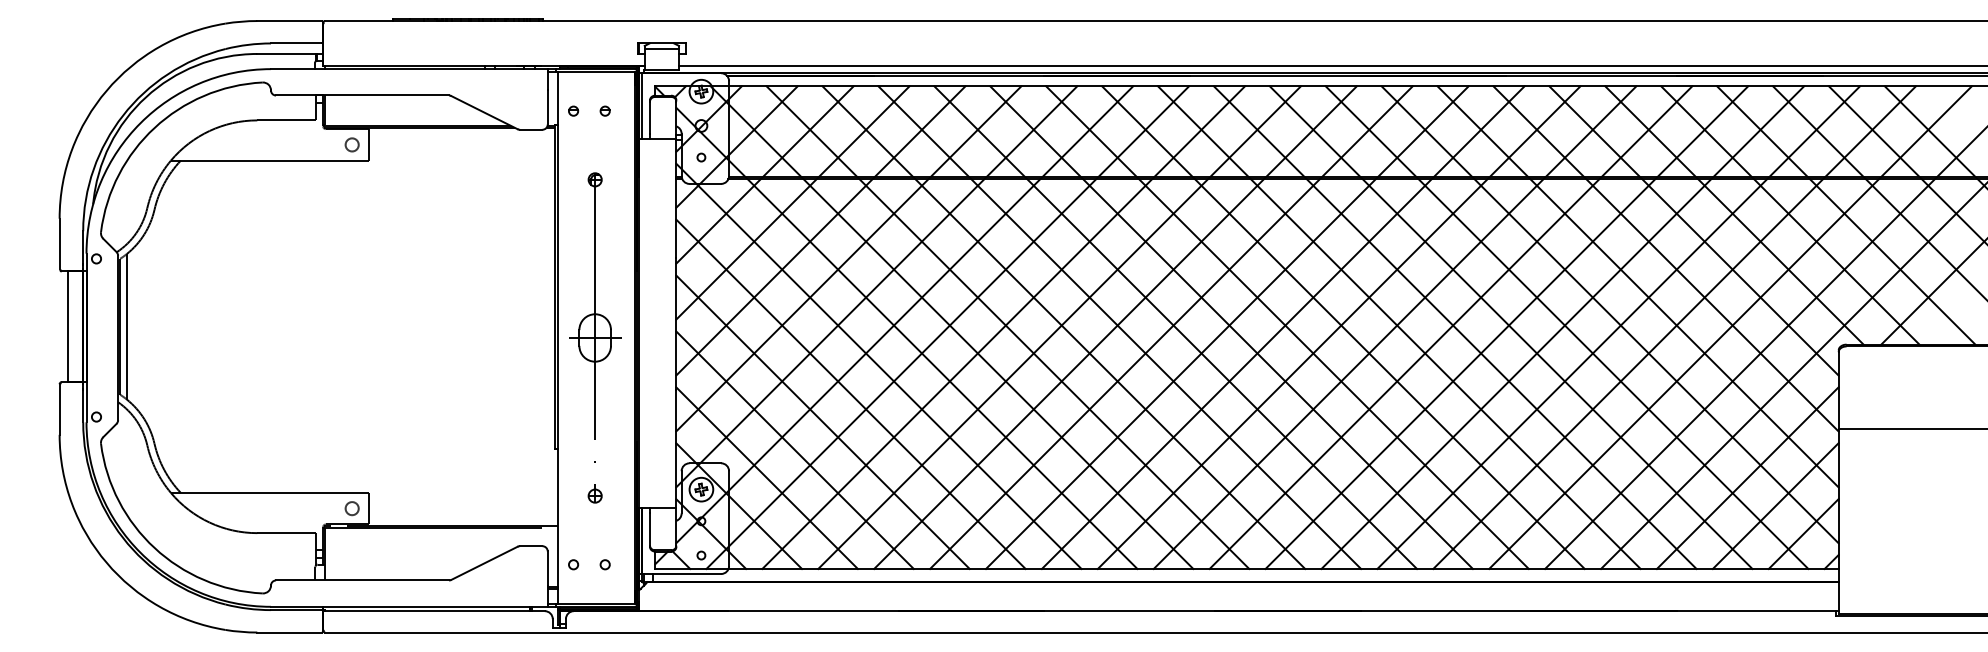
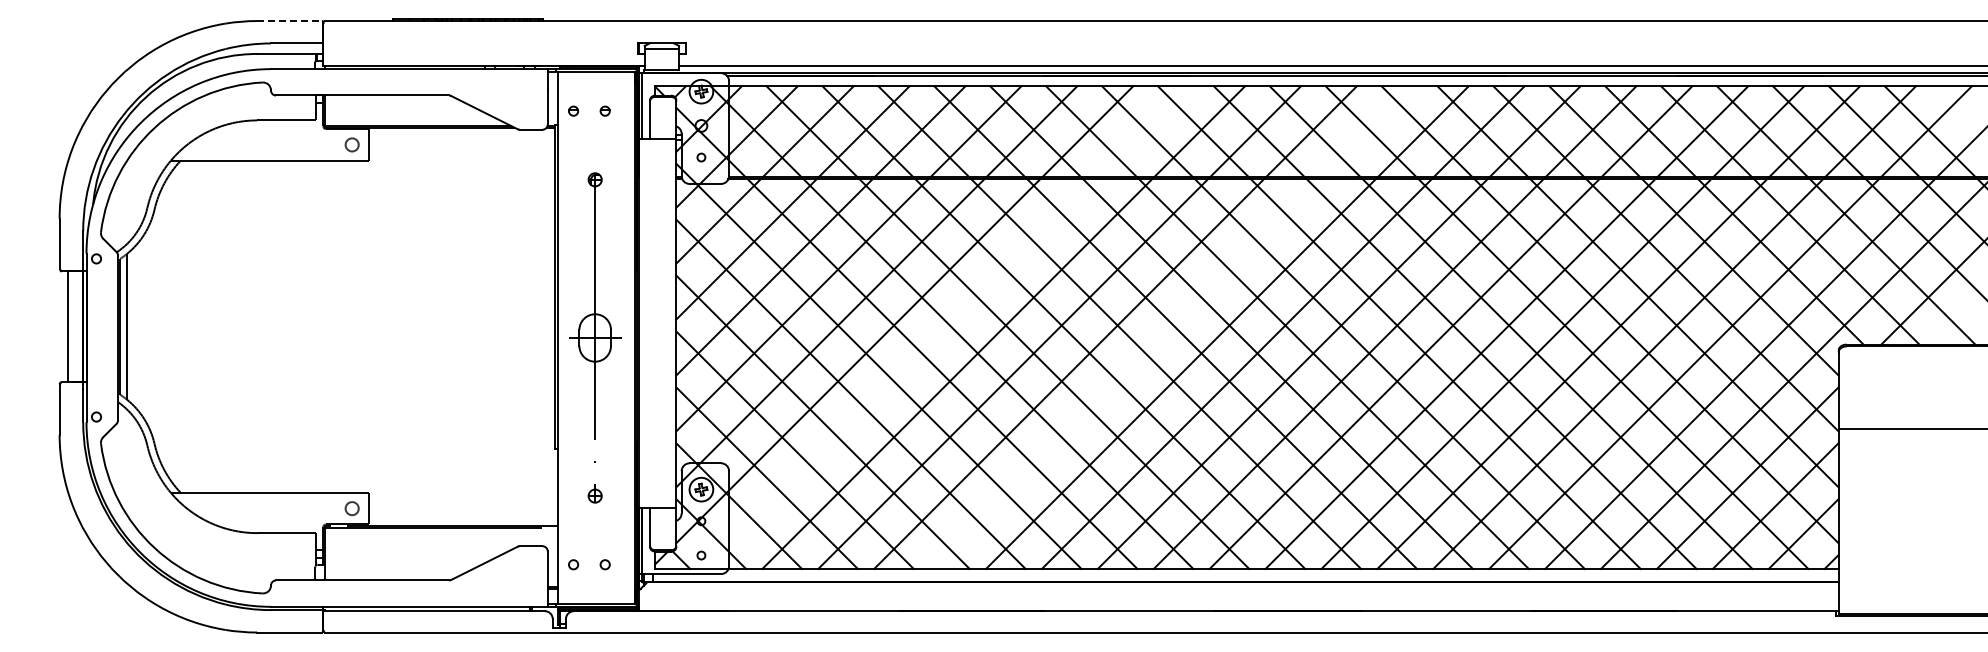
line at (290, 21): solid -> dashed
line at (947, 327): present -> none
line at (1171, 327): present -> none
